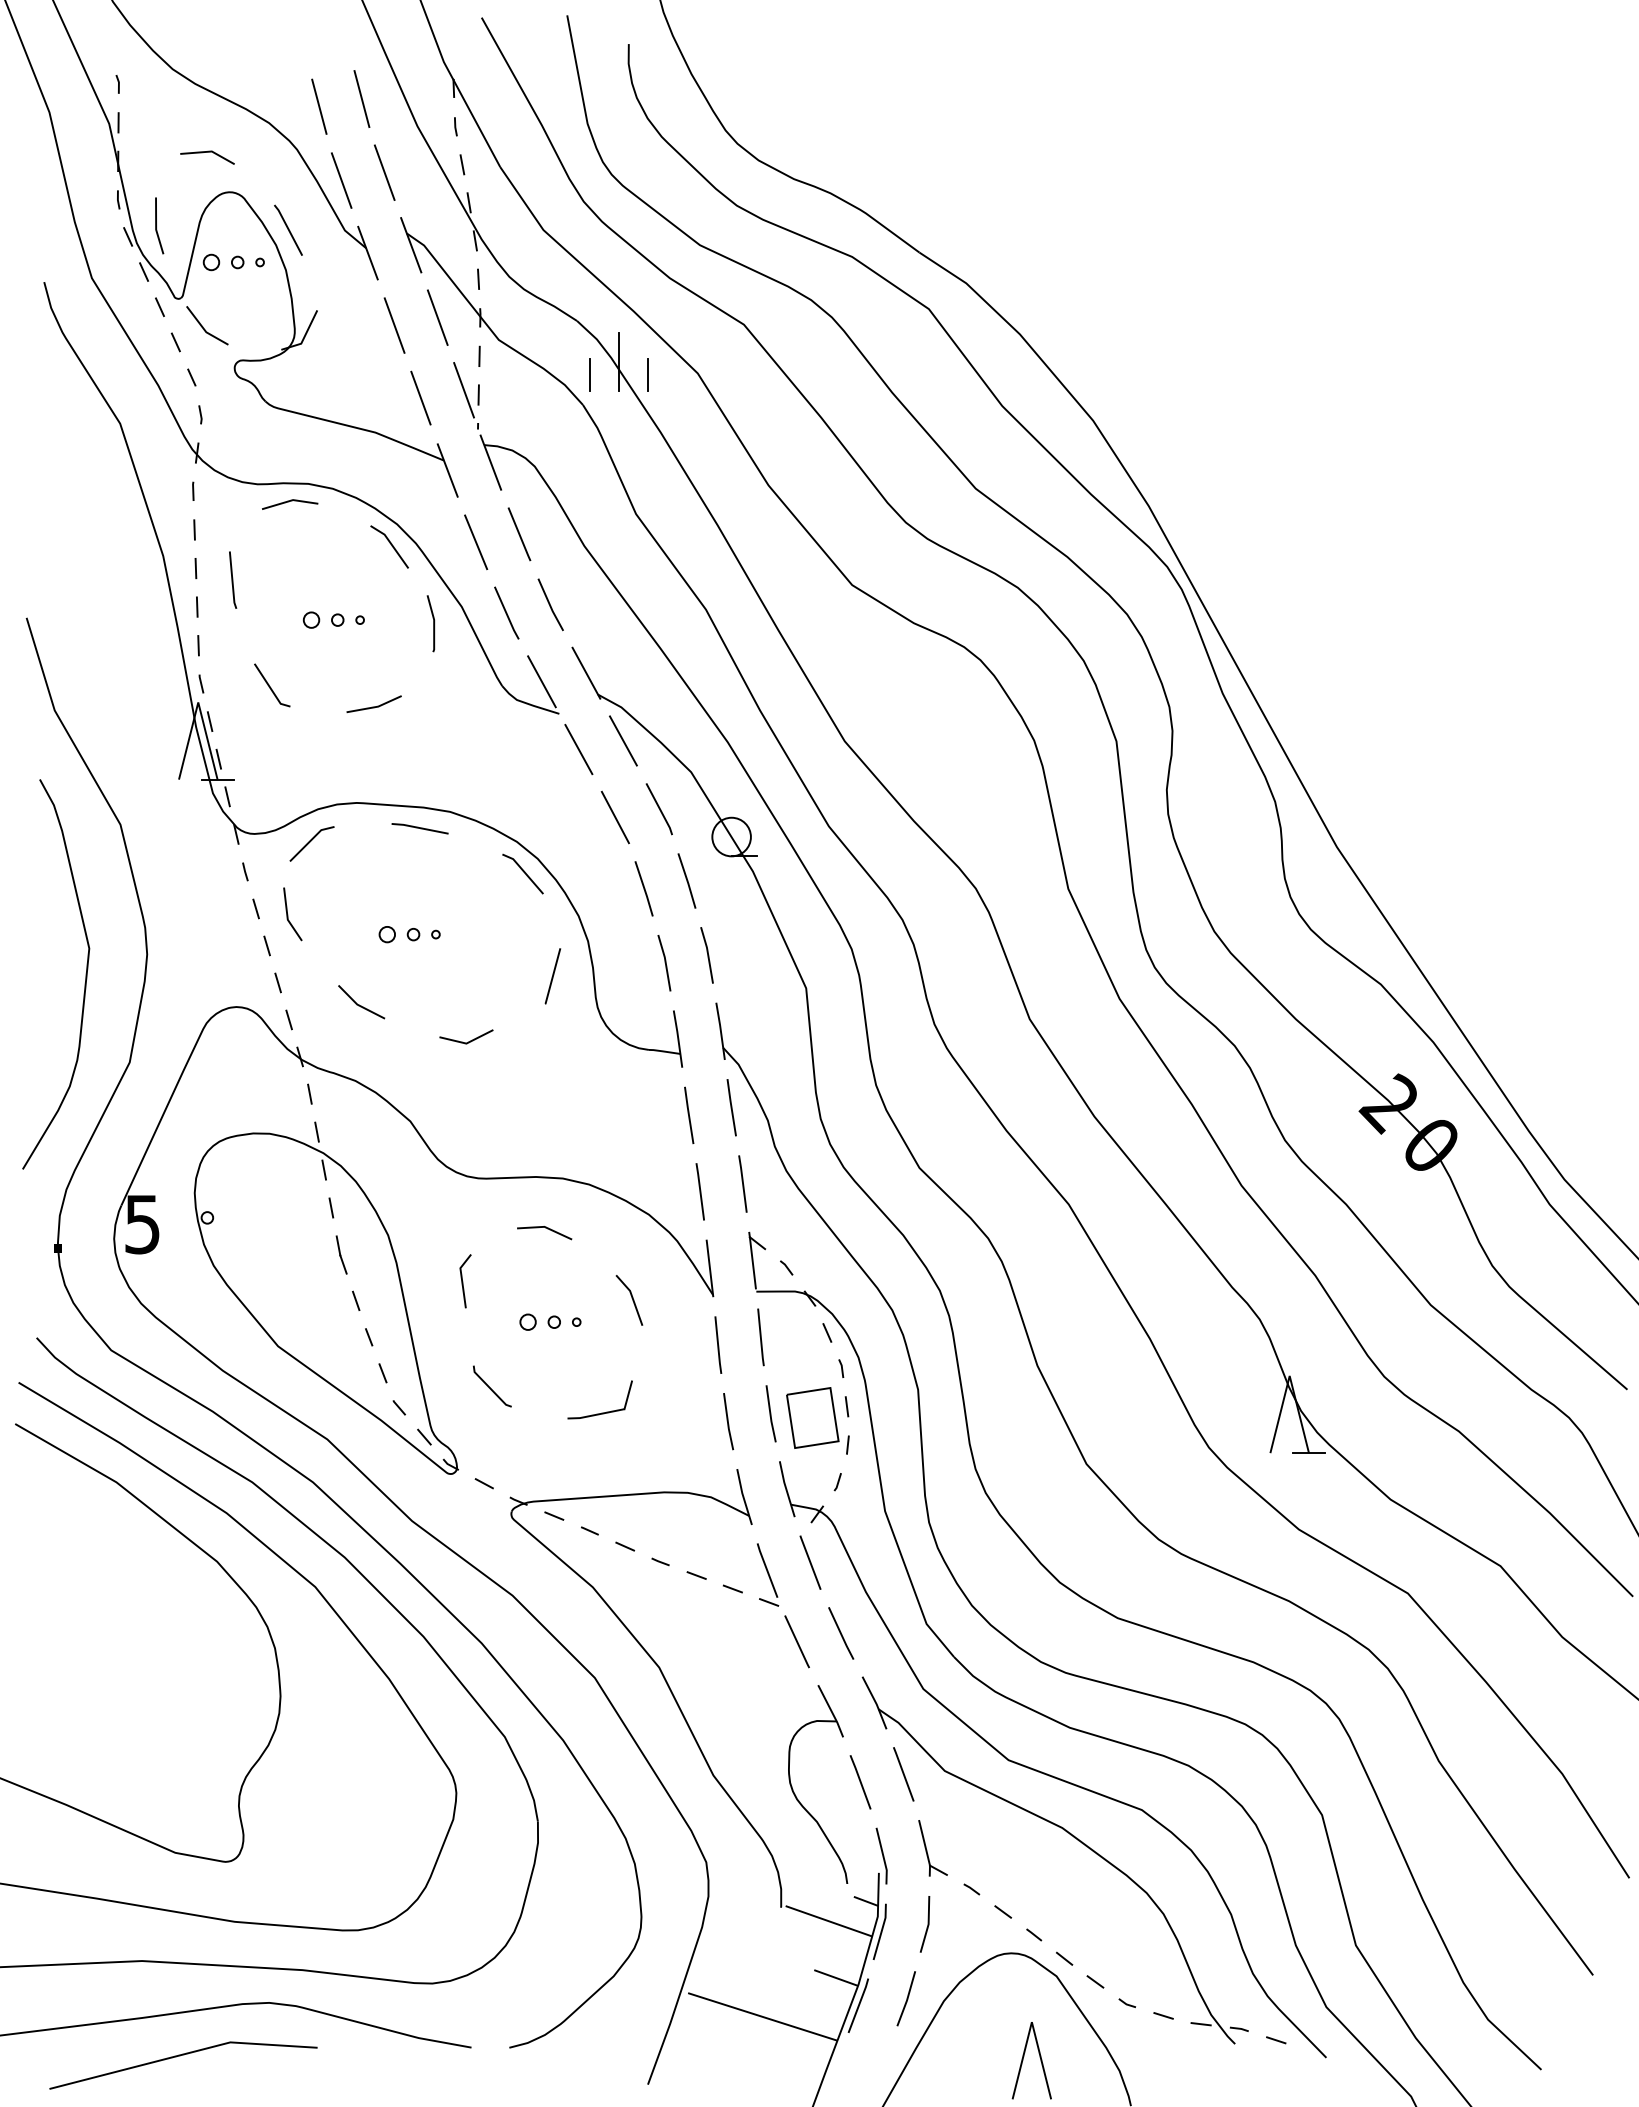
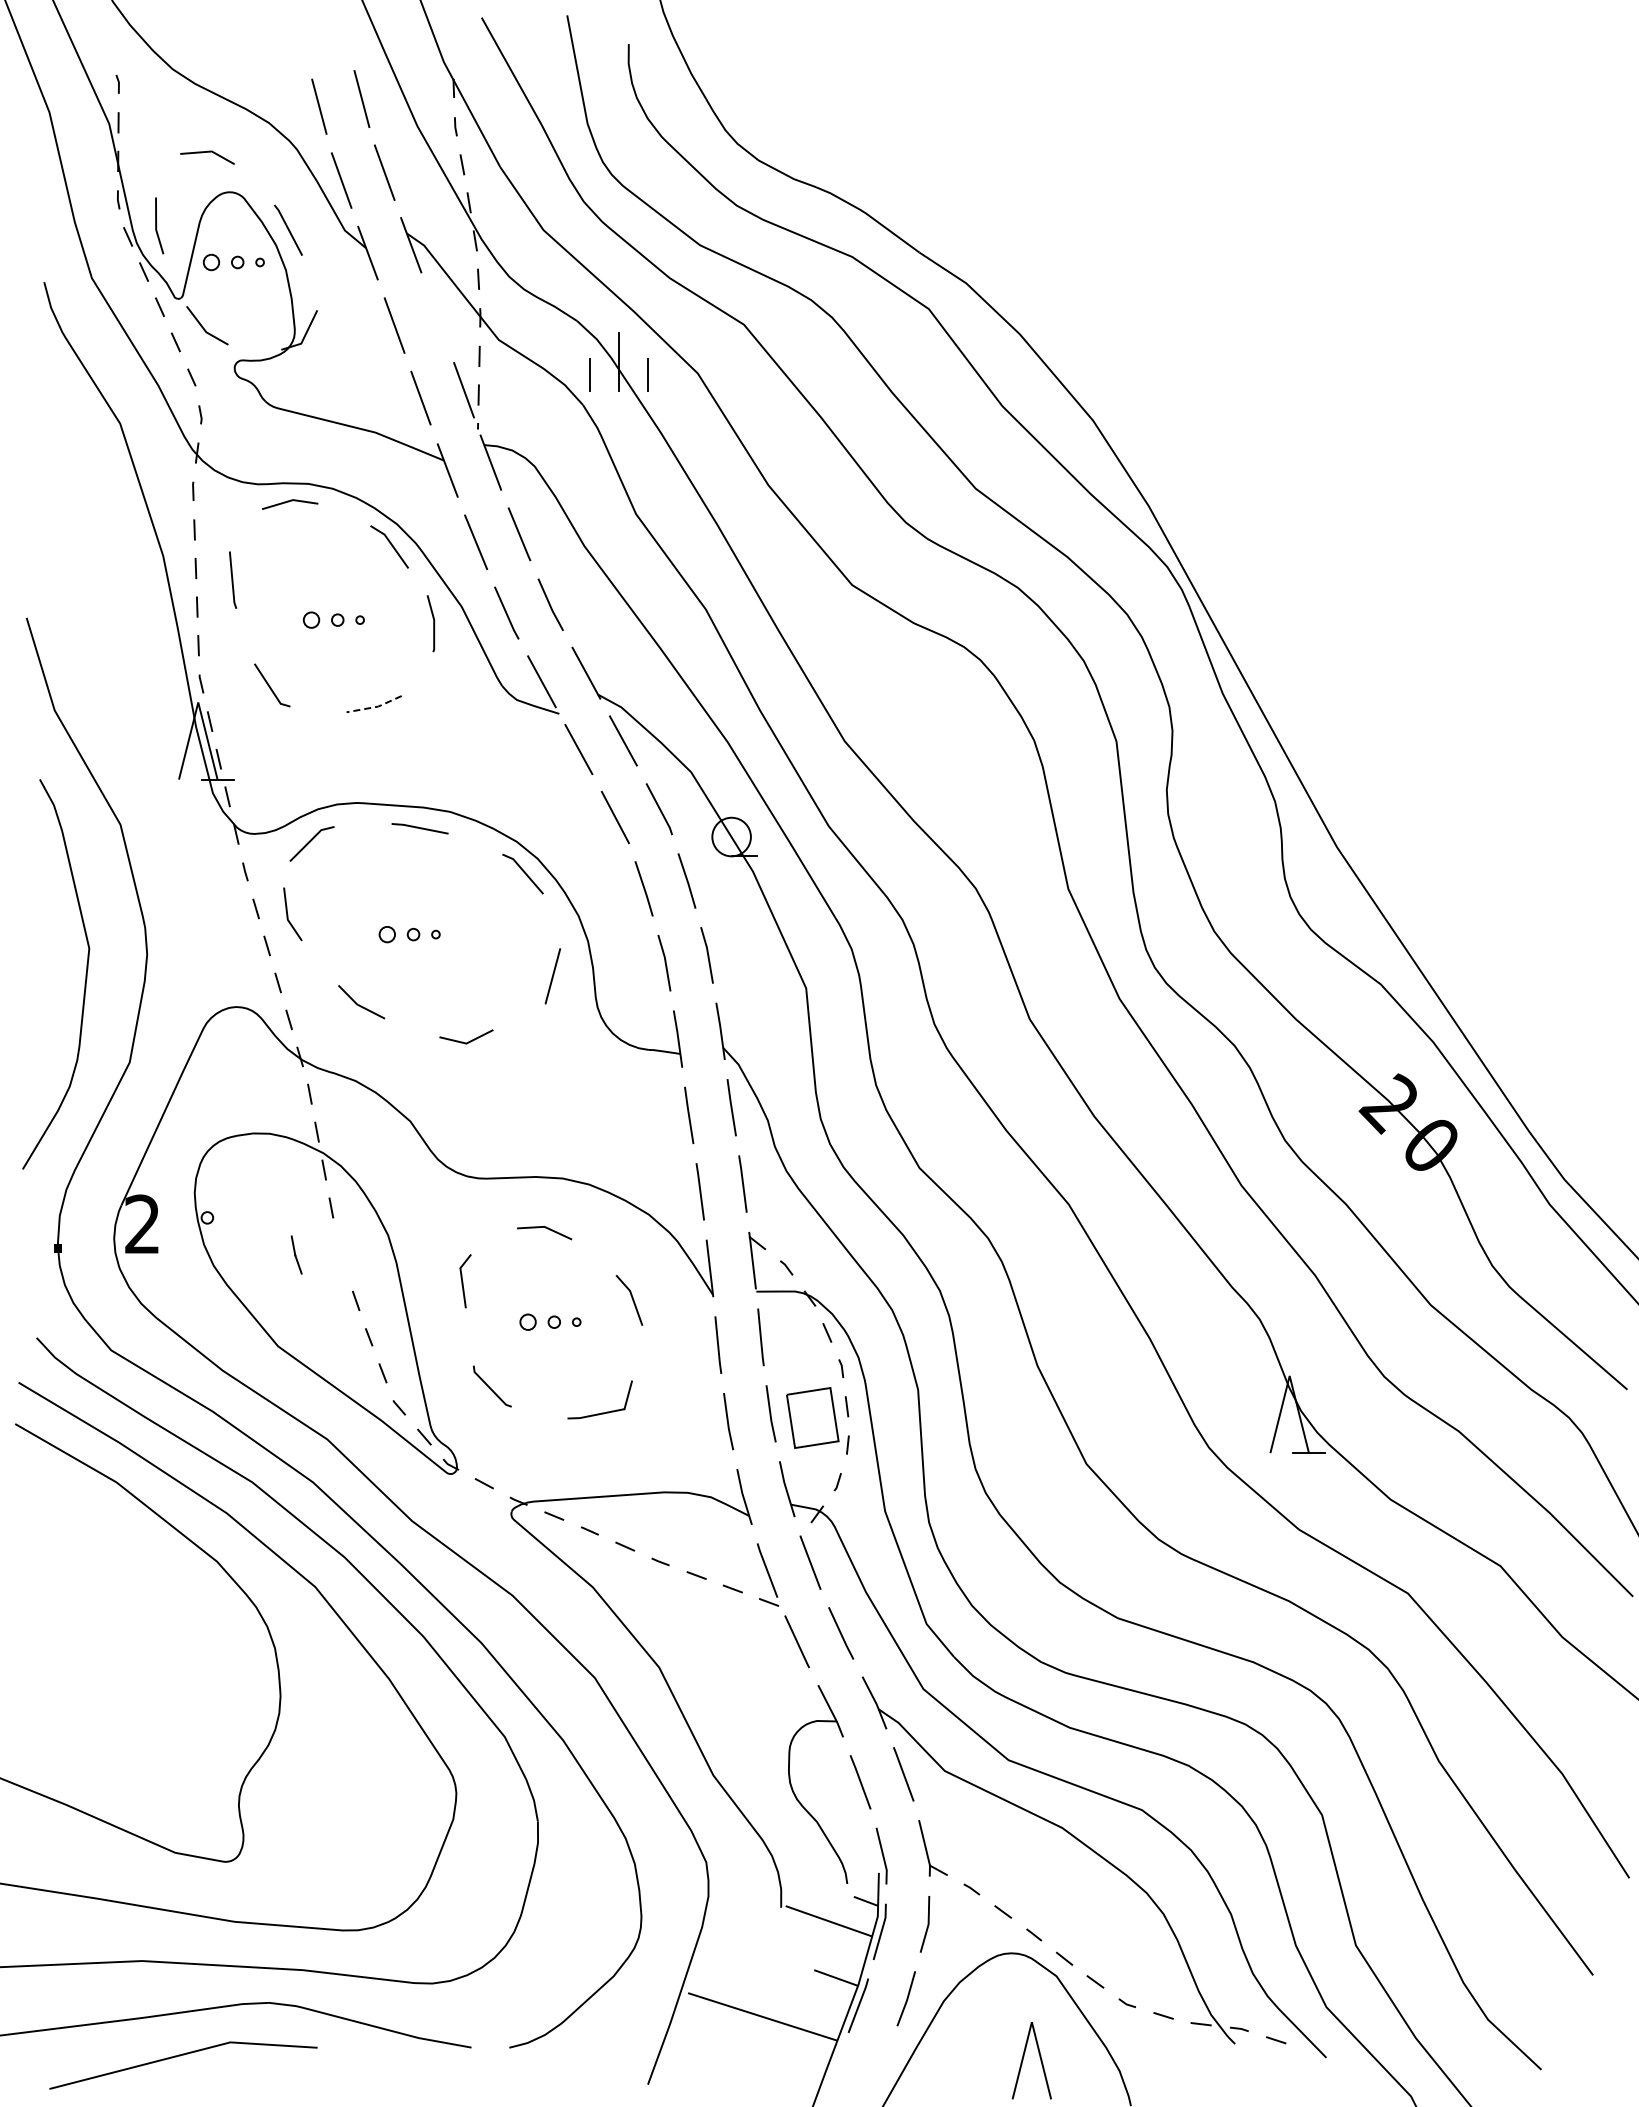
line at (437, 317): present -> none
line at (375, 707): solid -> dashed
text at (142, 1224): 5 -> 2
part at (341, 1254) position: (341, 1254) -> (296, 1254)
